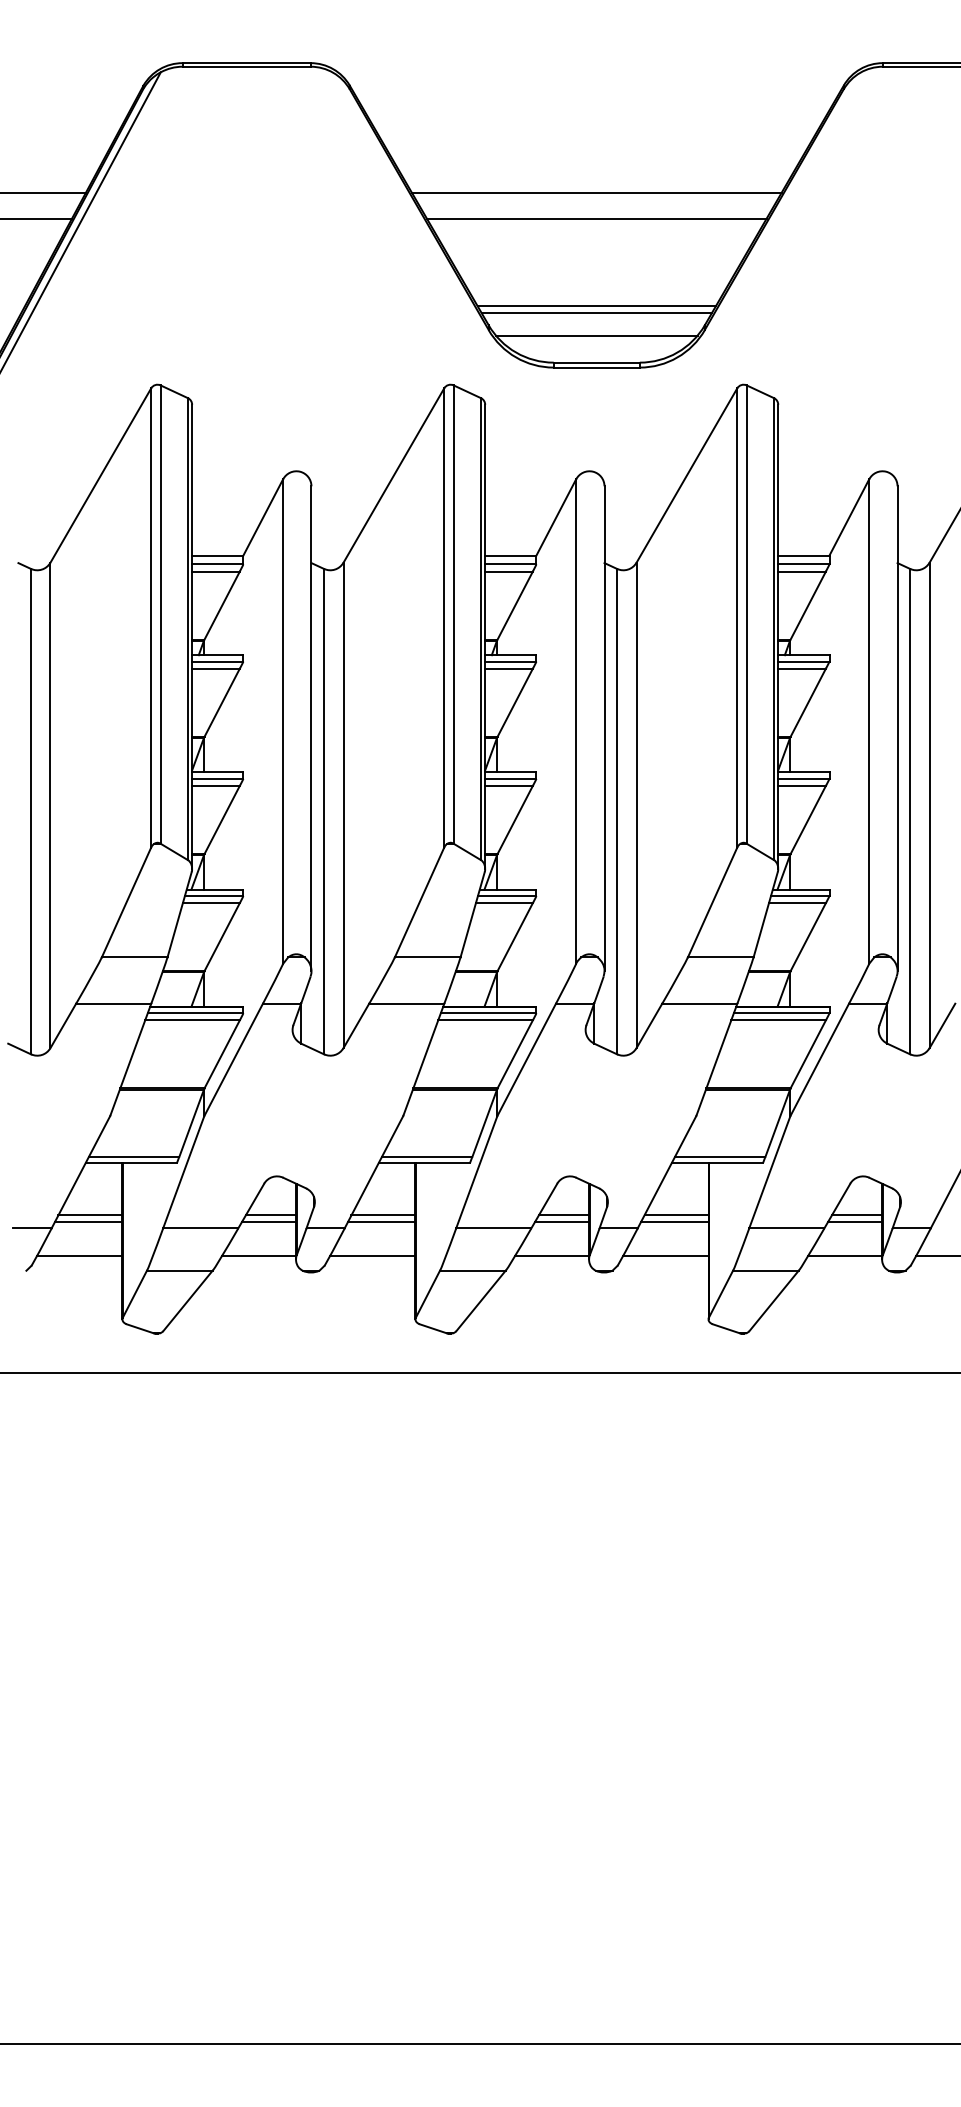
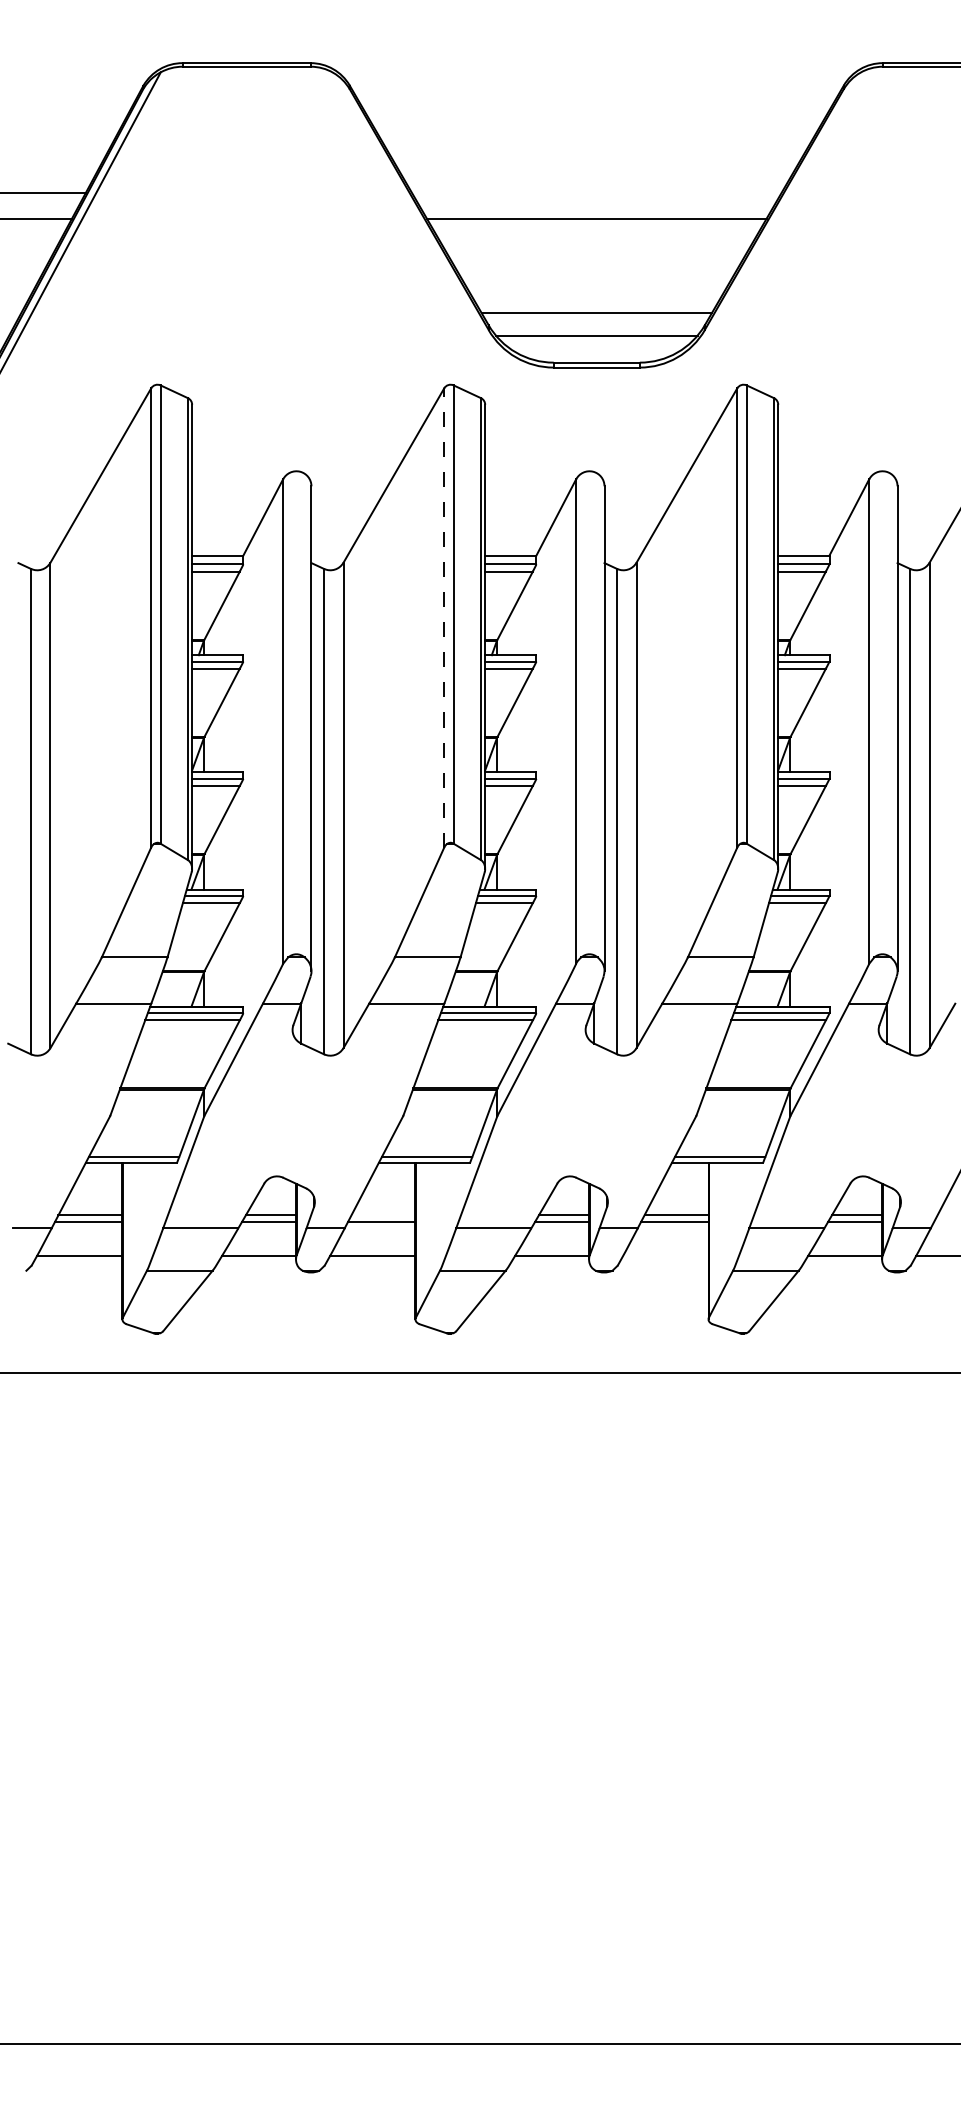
line at (596, 192): present -> none
line at (596, 306): present -> none
line at (444, 618): solid -> dashed
line at (383, 1215): present -> none
line at (665, 1256): present -> none
